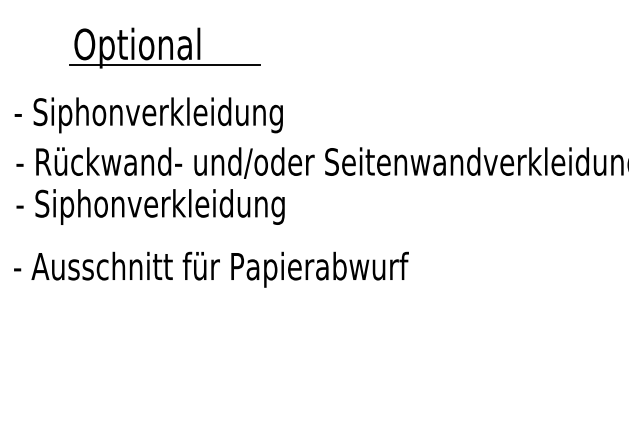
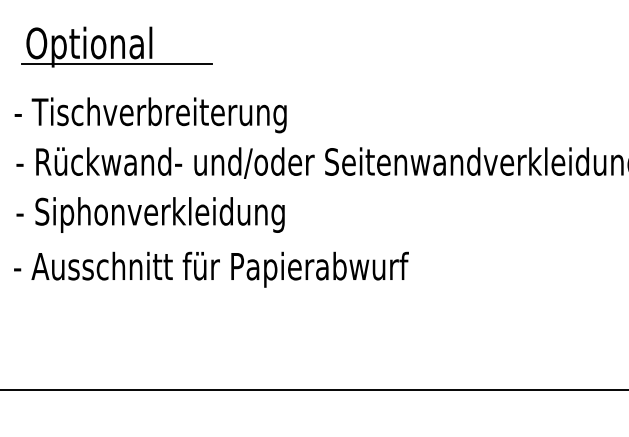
part at (164, 47) position: (164, 47) -> (116, 46)
text at (158, 115): - Siphonverkleidung -> - Tischverbreiterung
text at (150, 206) position: (150, 206) -> (150, 214)
line at (313, 390): none -> present
